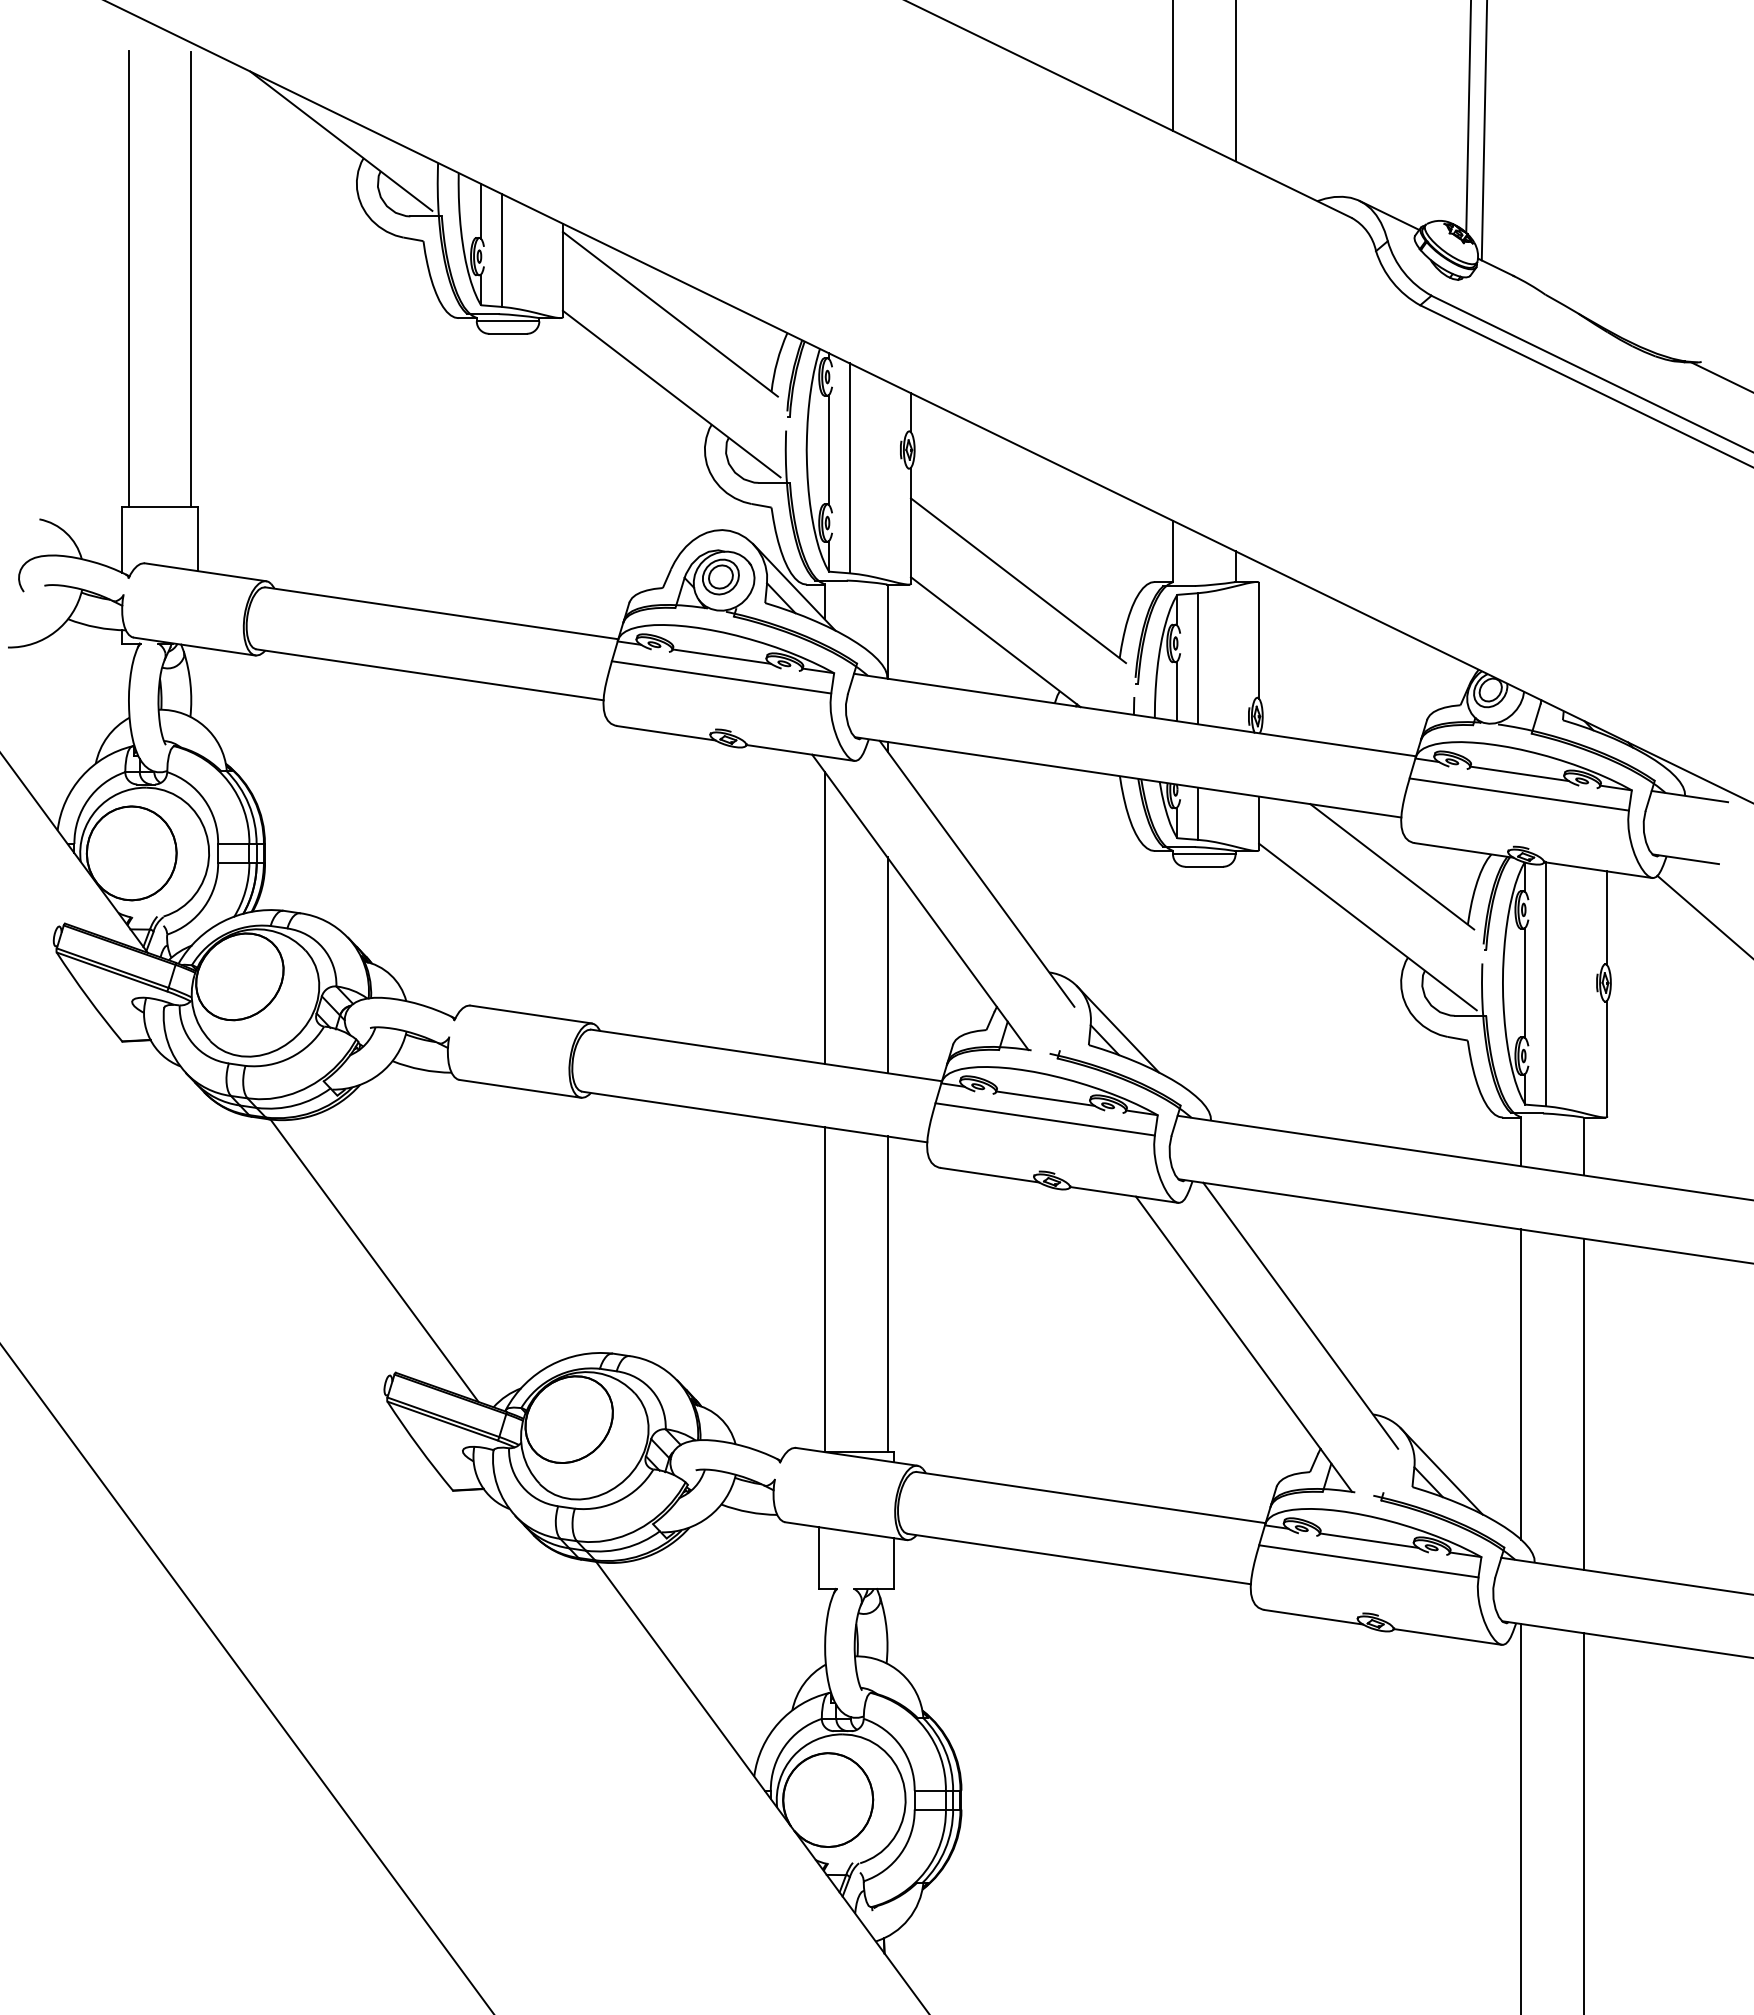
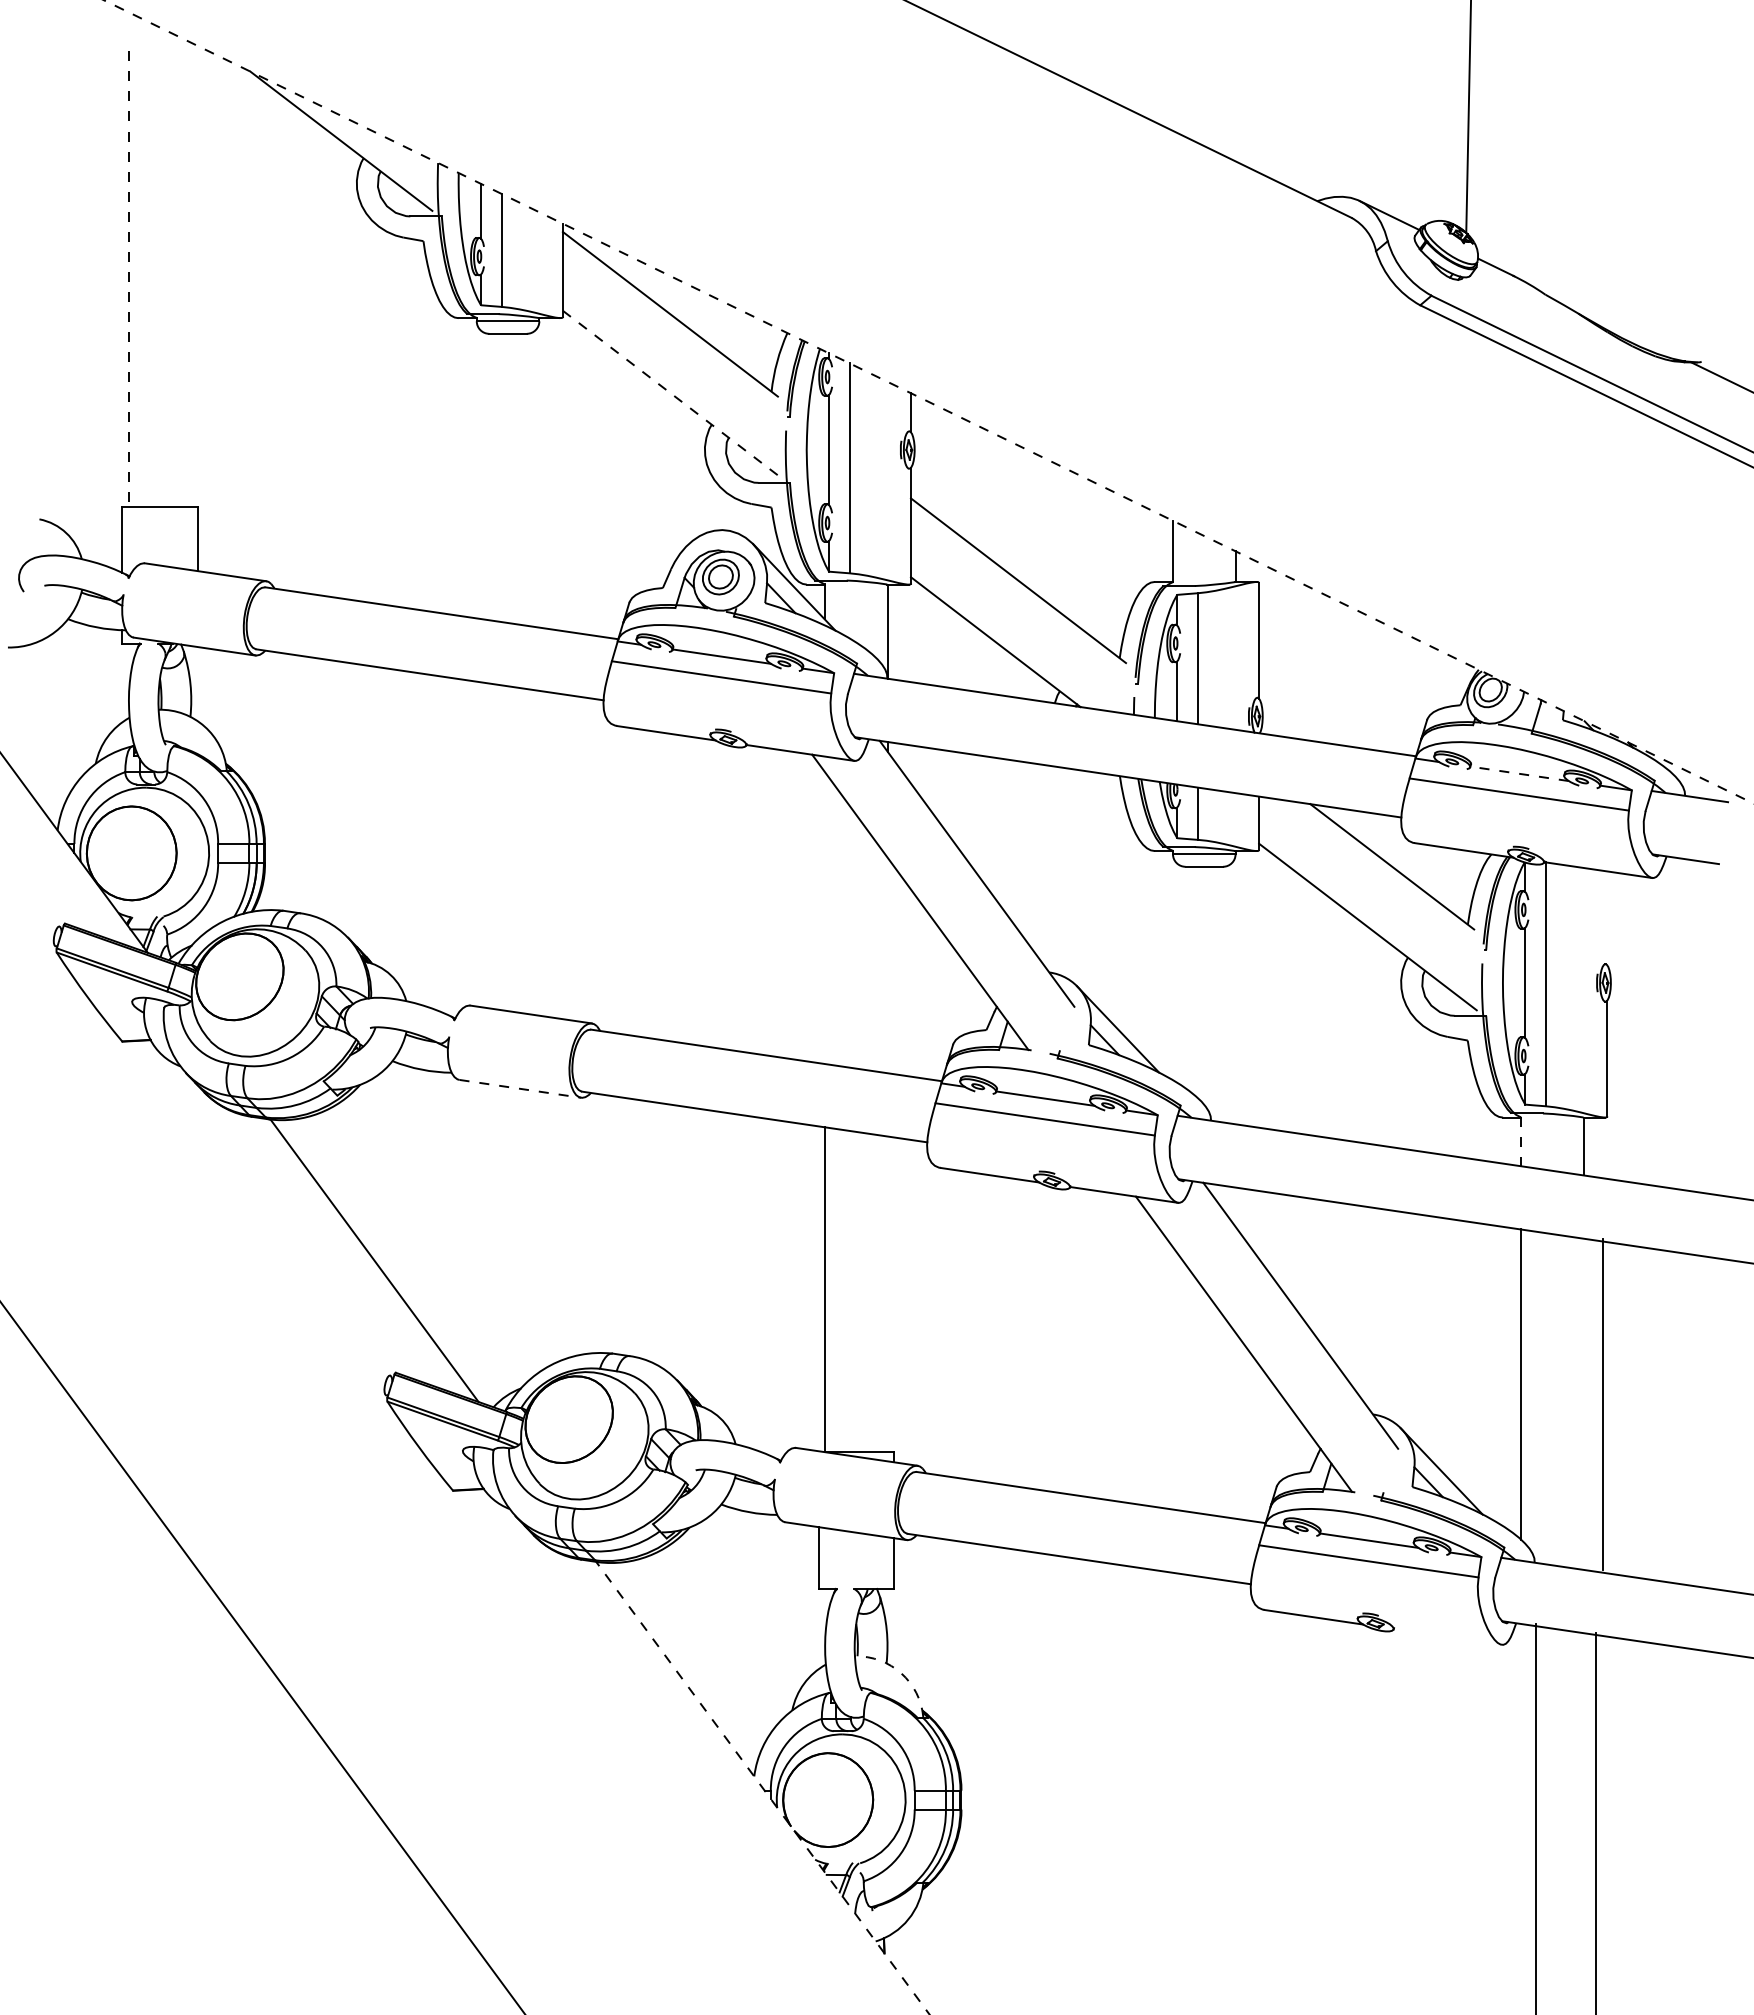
line at (1172, 66): present -> none
line at (1235, 81): present -> none
line at (1484, 131): present -> none
line at (191, 278): present -> none
line at (128, 279): solid -> dashed
line at (672, 394): solid -> dashed
line at (929, 402): solid -> dashed
line at (1519, 773): solid -> dashed
line at (1703, 915): present -> none
line at (824, 918): present -> none
line at (1607, 918): present -> none
line at (887, 965): present -> none
line at (520, 1088): solid -> dashed
line at (1521, 1142): solid -> dashed
line at (887, 1294): present -> none
line at (1583, 1403) position: (1583, 1403) -> (1602, 1403)
line at (1447, 1636): present -> none
arc at (901, 1673): solid -> dashed
line at (246, 1678) position: (246, 1678) -> (262, 1657)
line at (762, 1787): solid -> dashed
line at (1521, 1817) position: (1521, 1817) -> (1536, 1817)
line at (1583, 1822) position: (1583, 1822) -> (1595, 1822)
